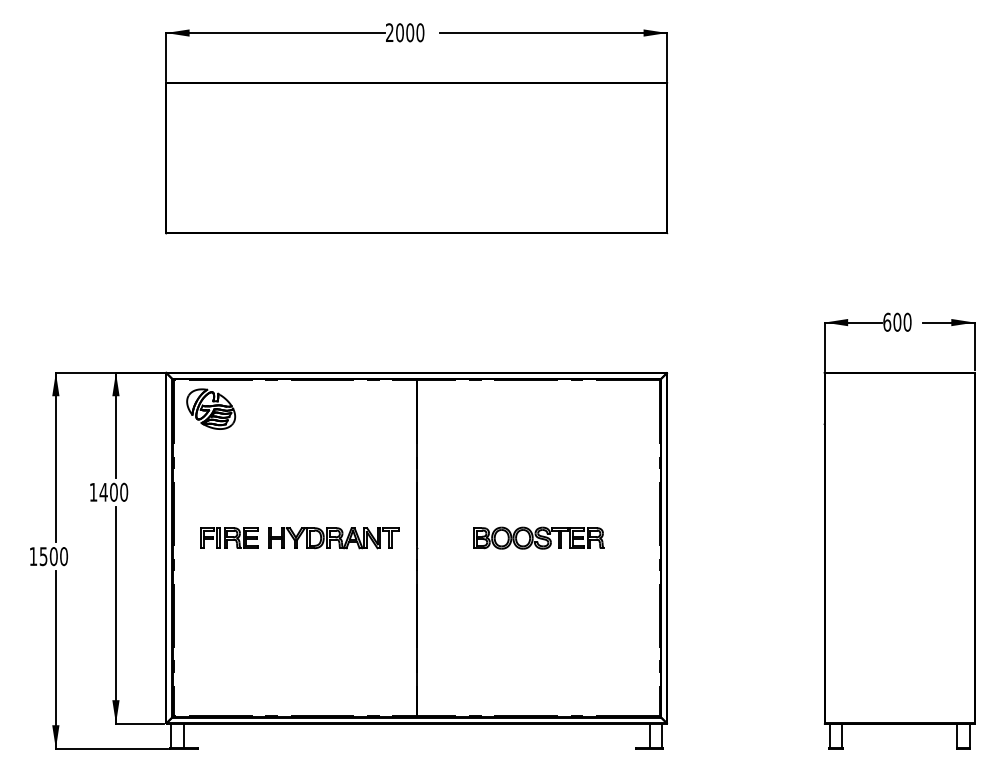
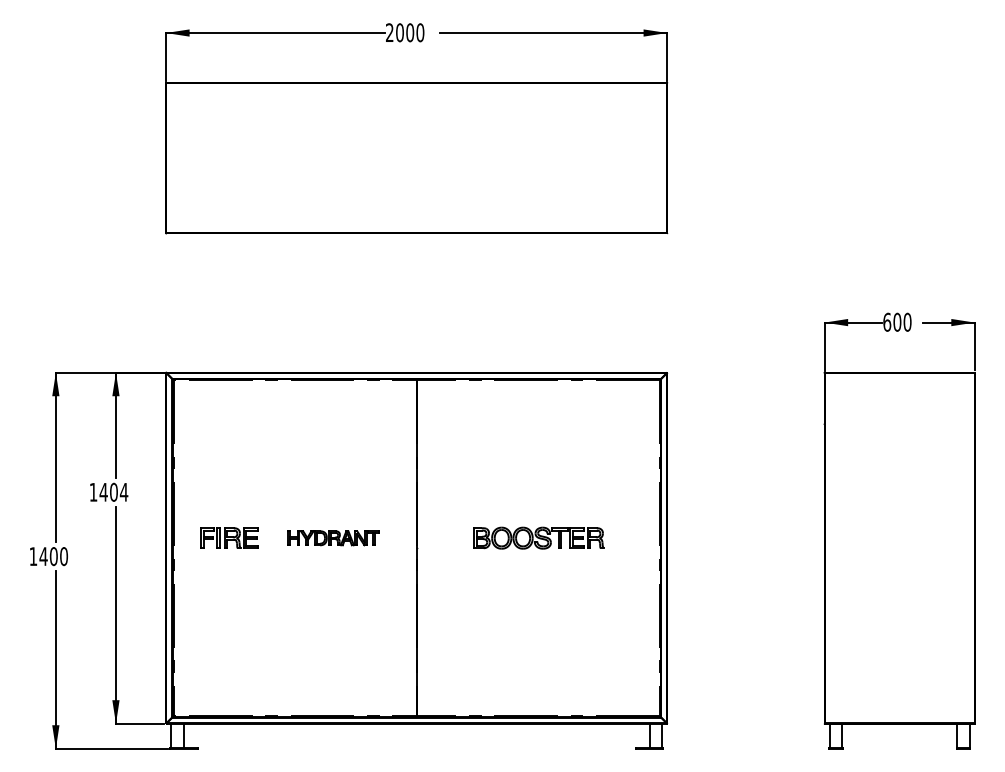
part at (211, 408): present -> none
text at (123, 491): 1400 -> 1404
part at (333, 538) size: 132x23 px -> 93x17 px
text at (43, 556): 1500 -> 1400
